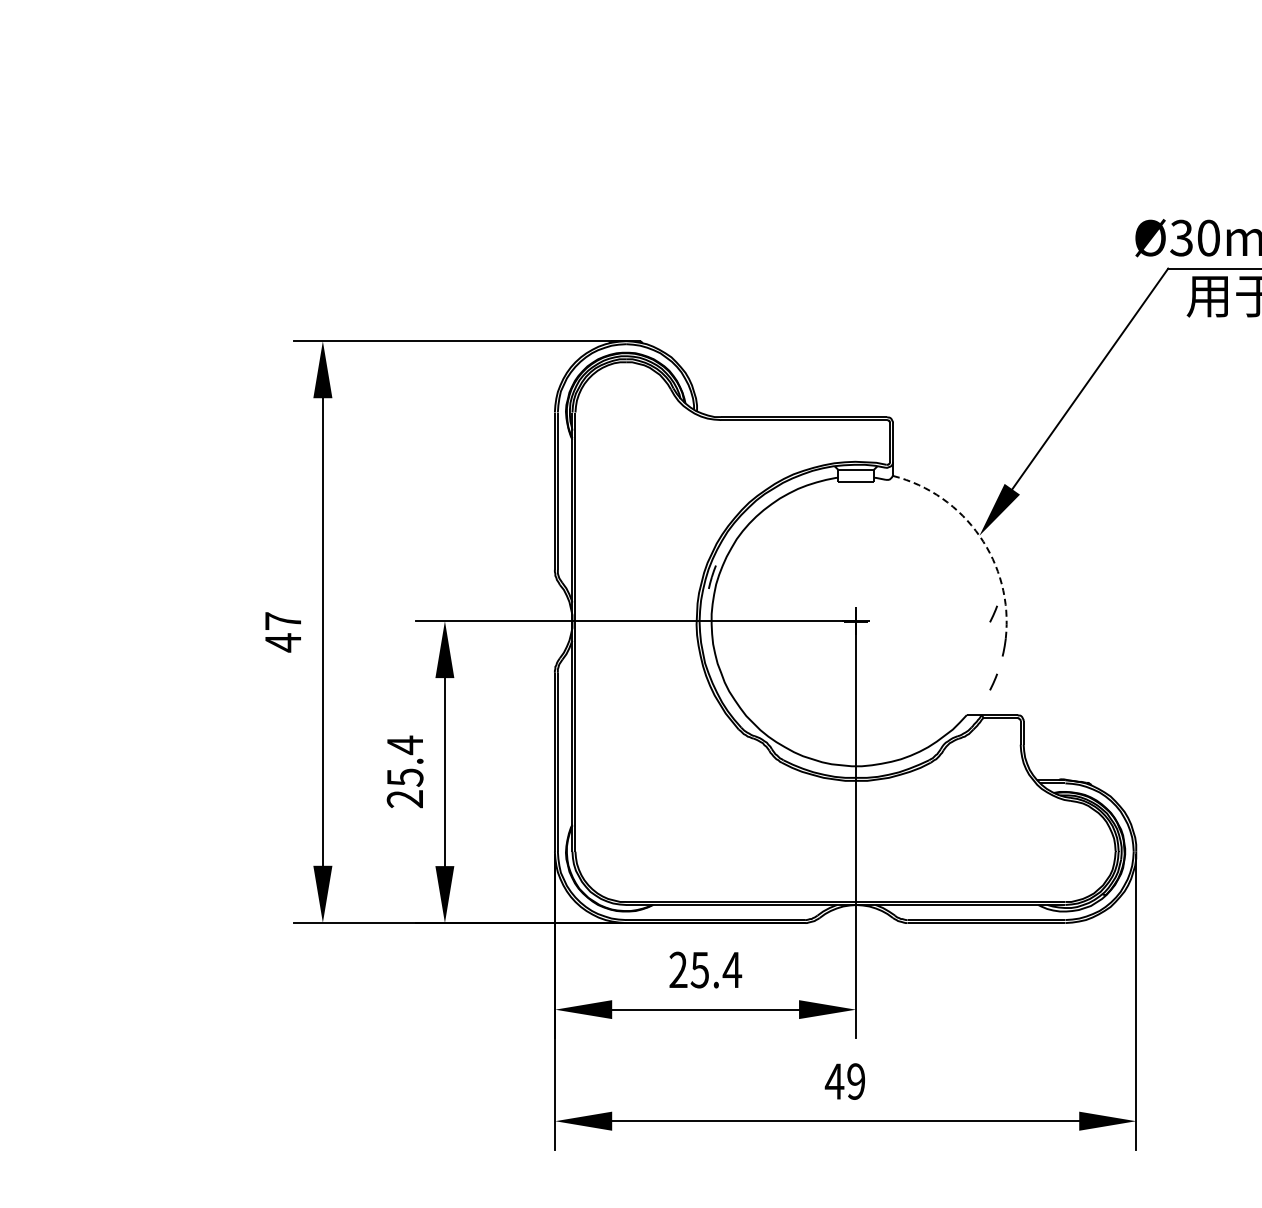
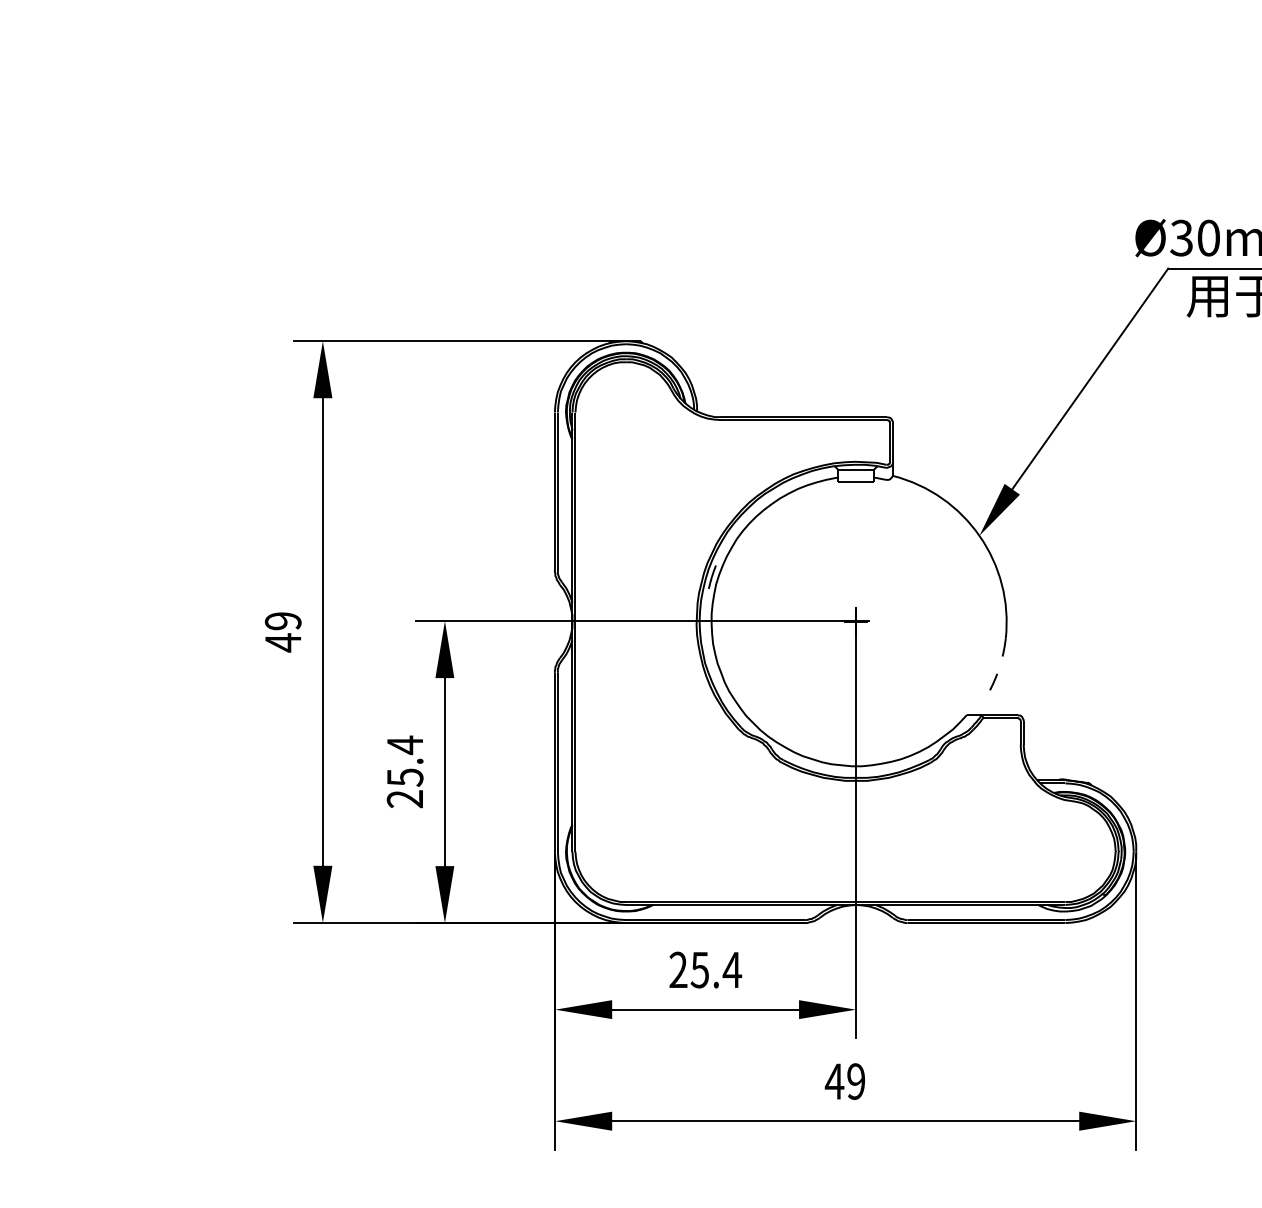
arc at (979, 536): dashed -> solid
line at (993, 613): present -> none
text at (282, 621): 47 -> 49
